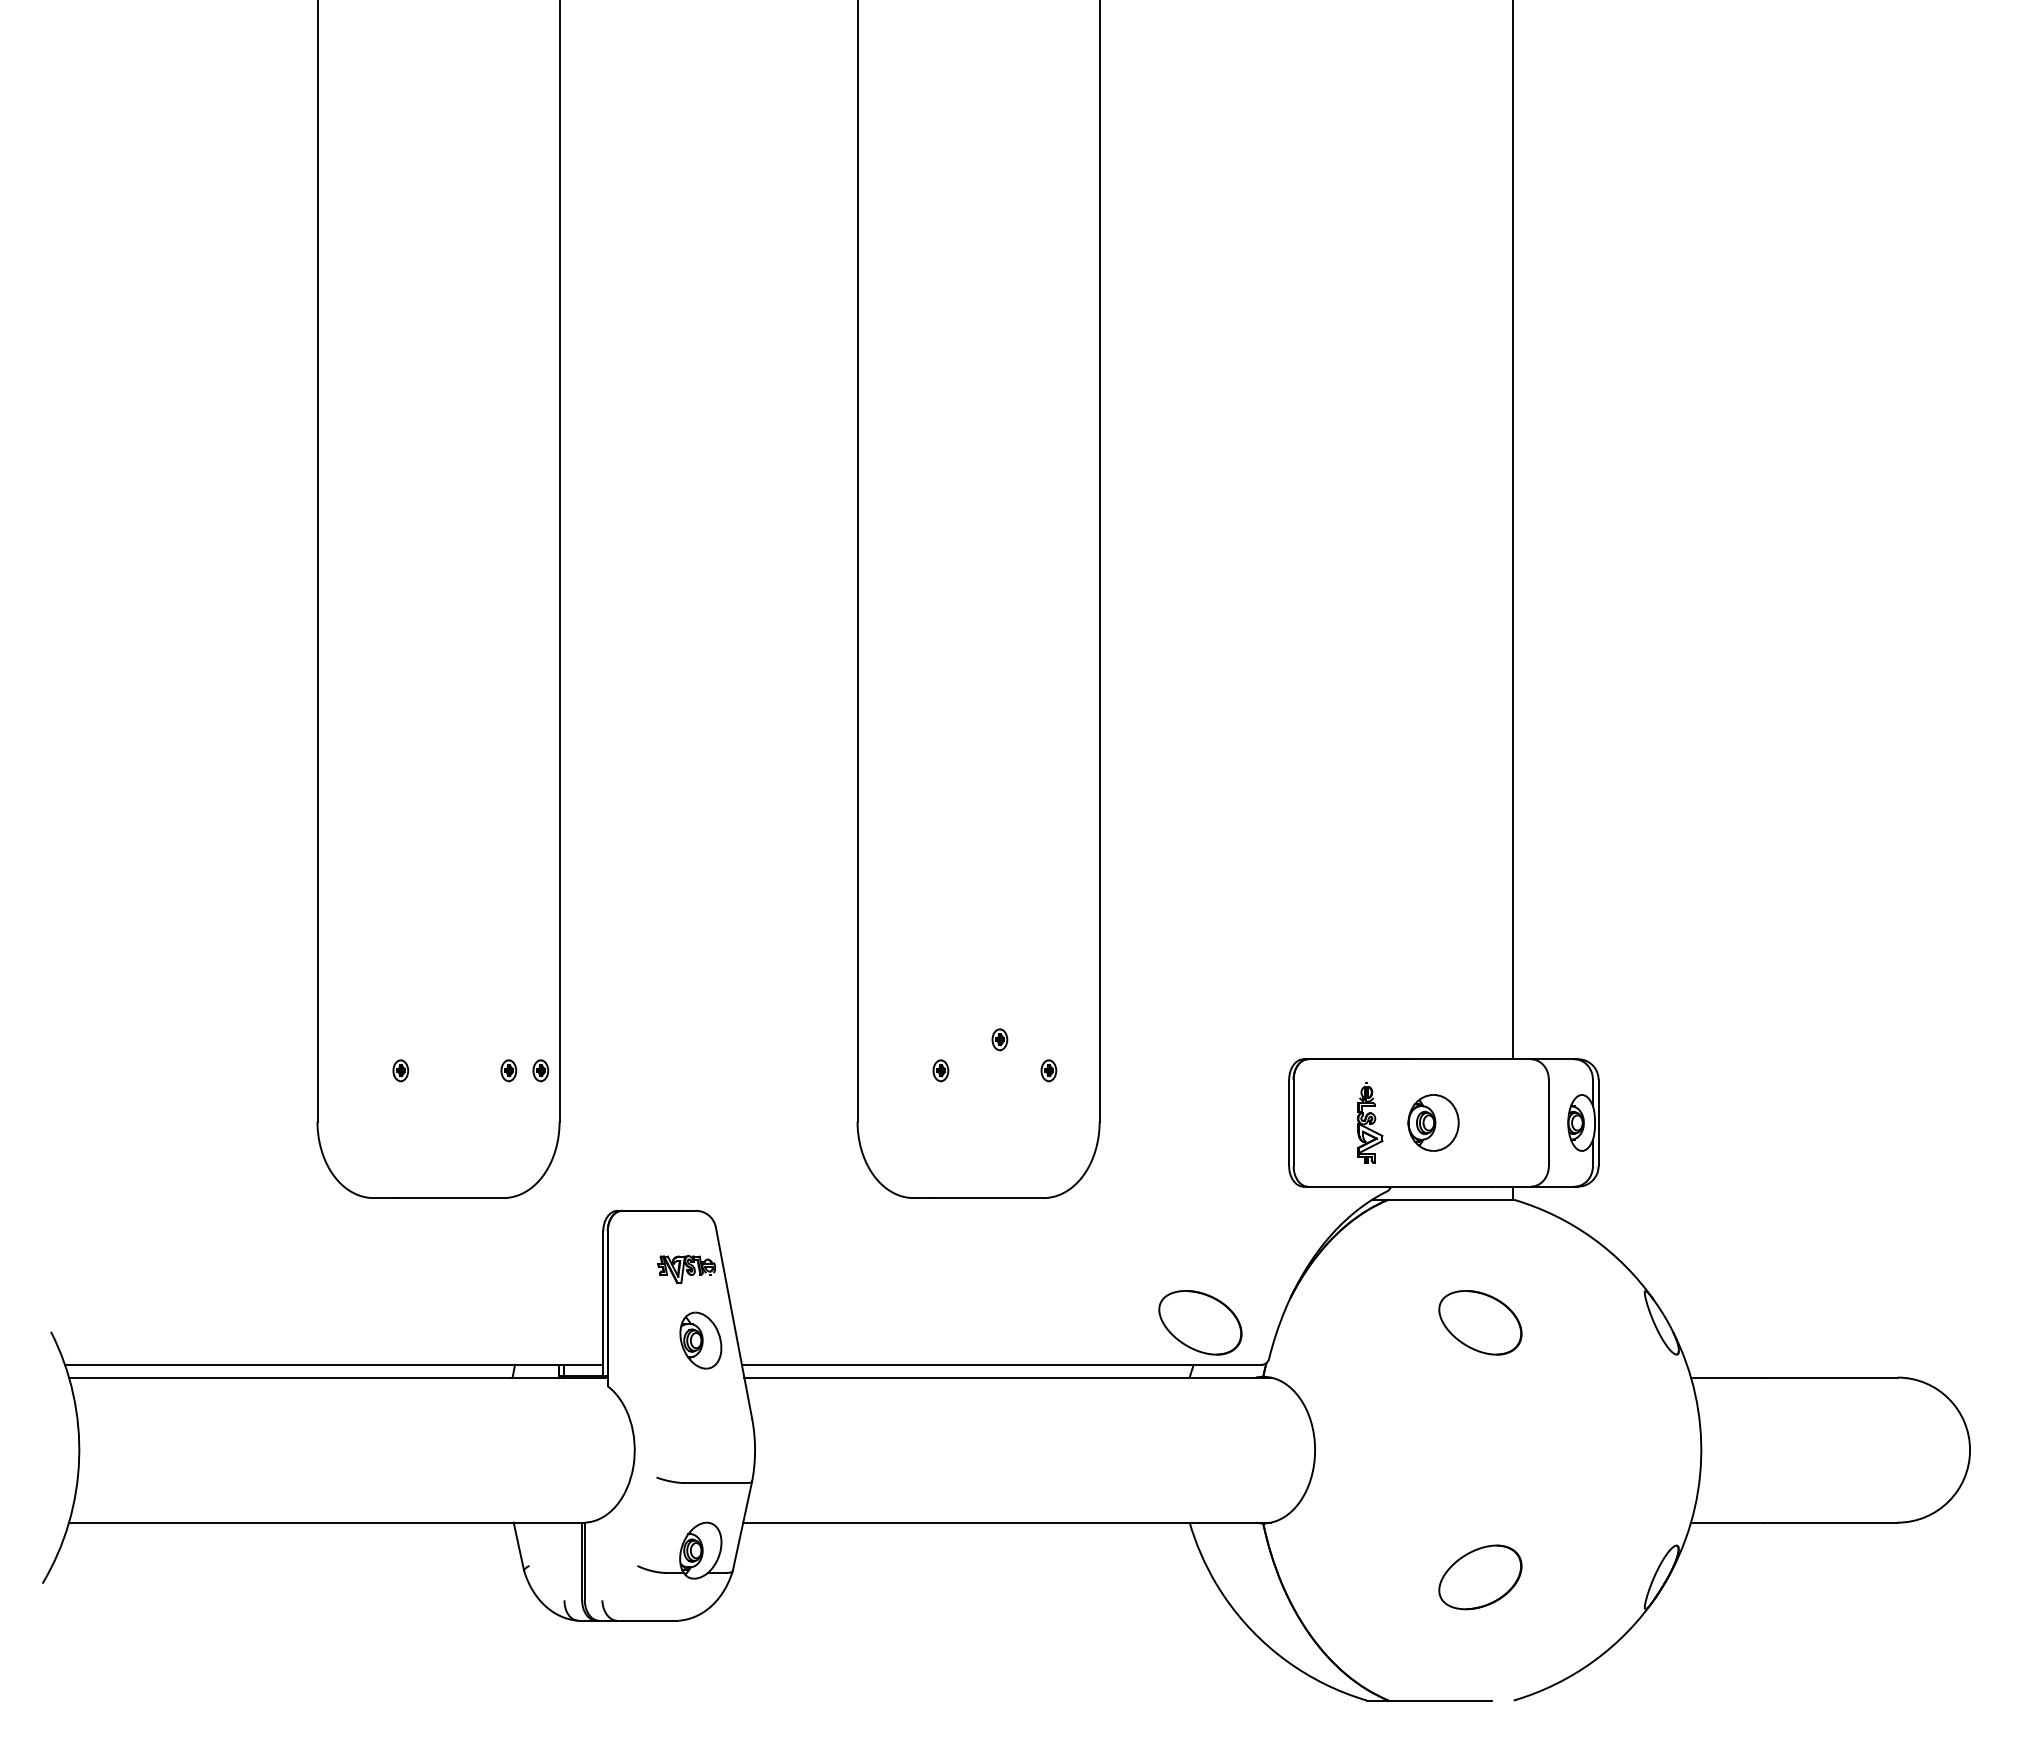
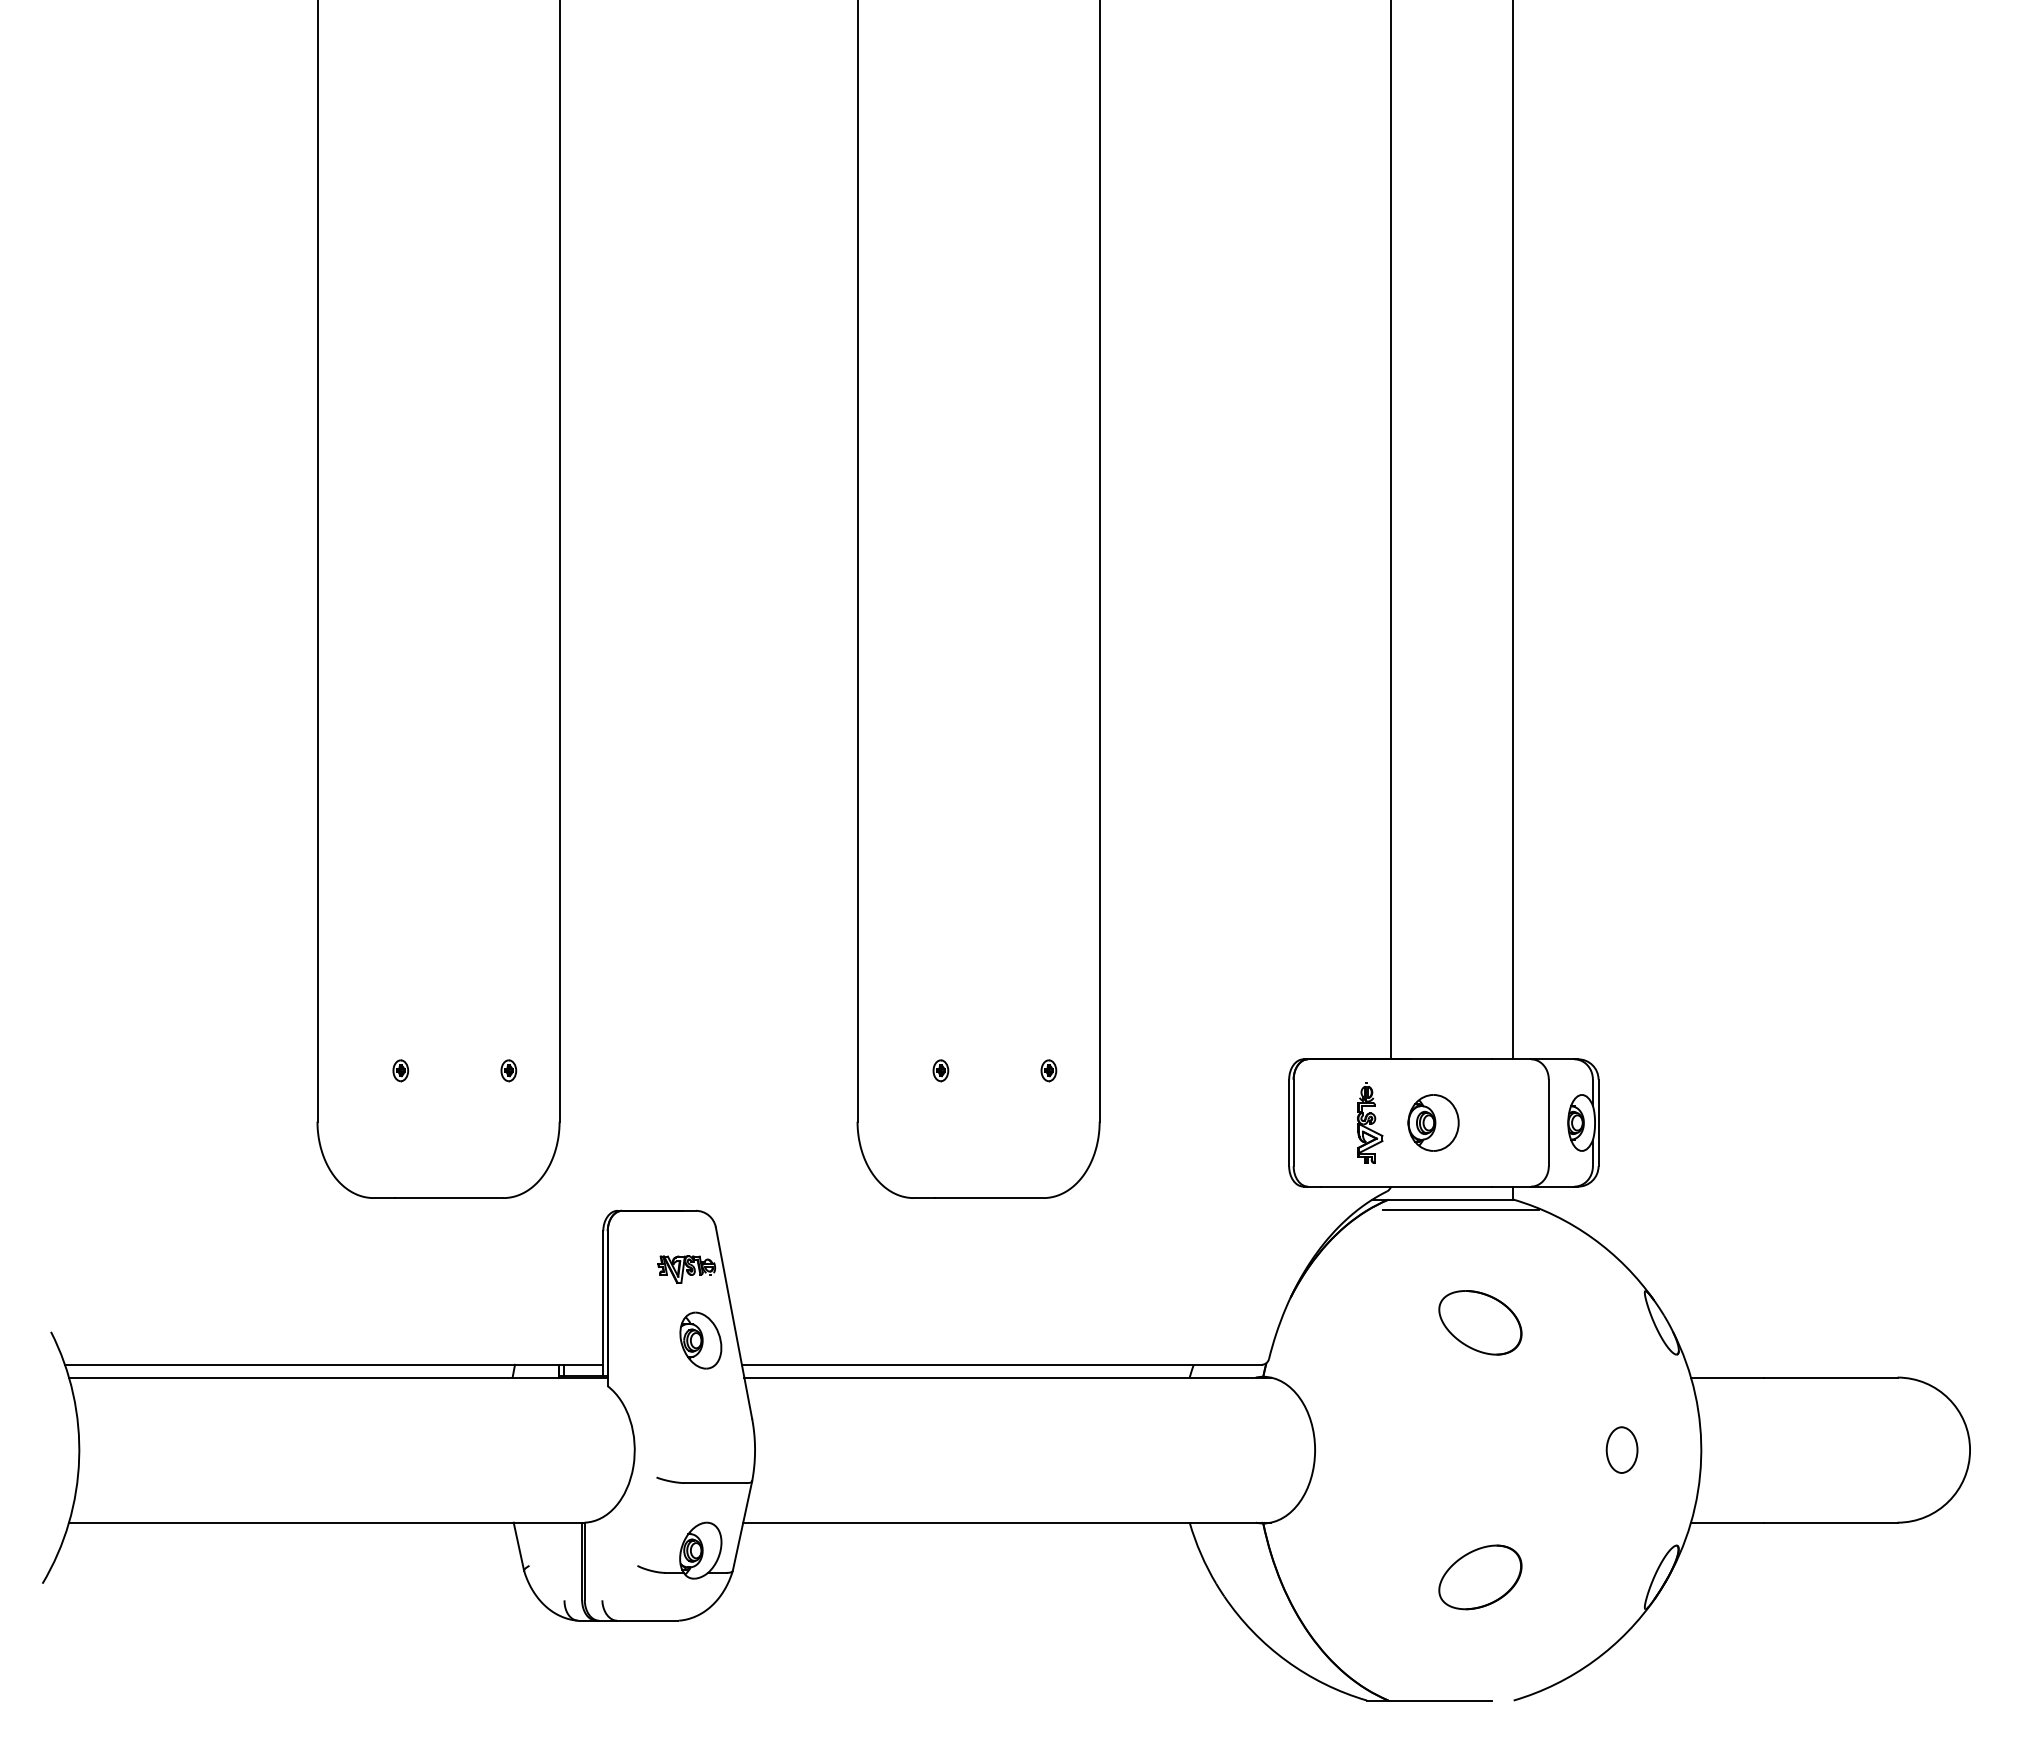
line at (1391, 530): none -> present
part at (999, 1039): present -> none
part at (540, 1070): present -> none
line at (1460, 1210): none -> present
part at (1200, 1322): present -> none
part at (1621, 1449): none -> present
